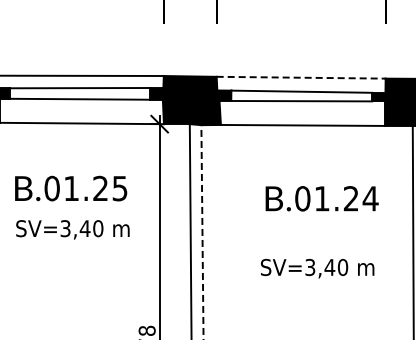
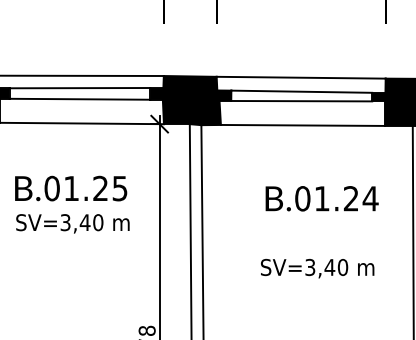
line at (301, 77): dashed -> solid
text at (72, 229) position: (72, 229) -> (72, 223)
line at (202, 232): dashed -> solid
